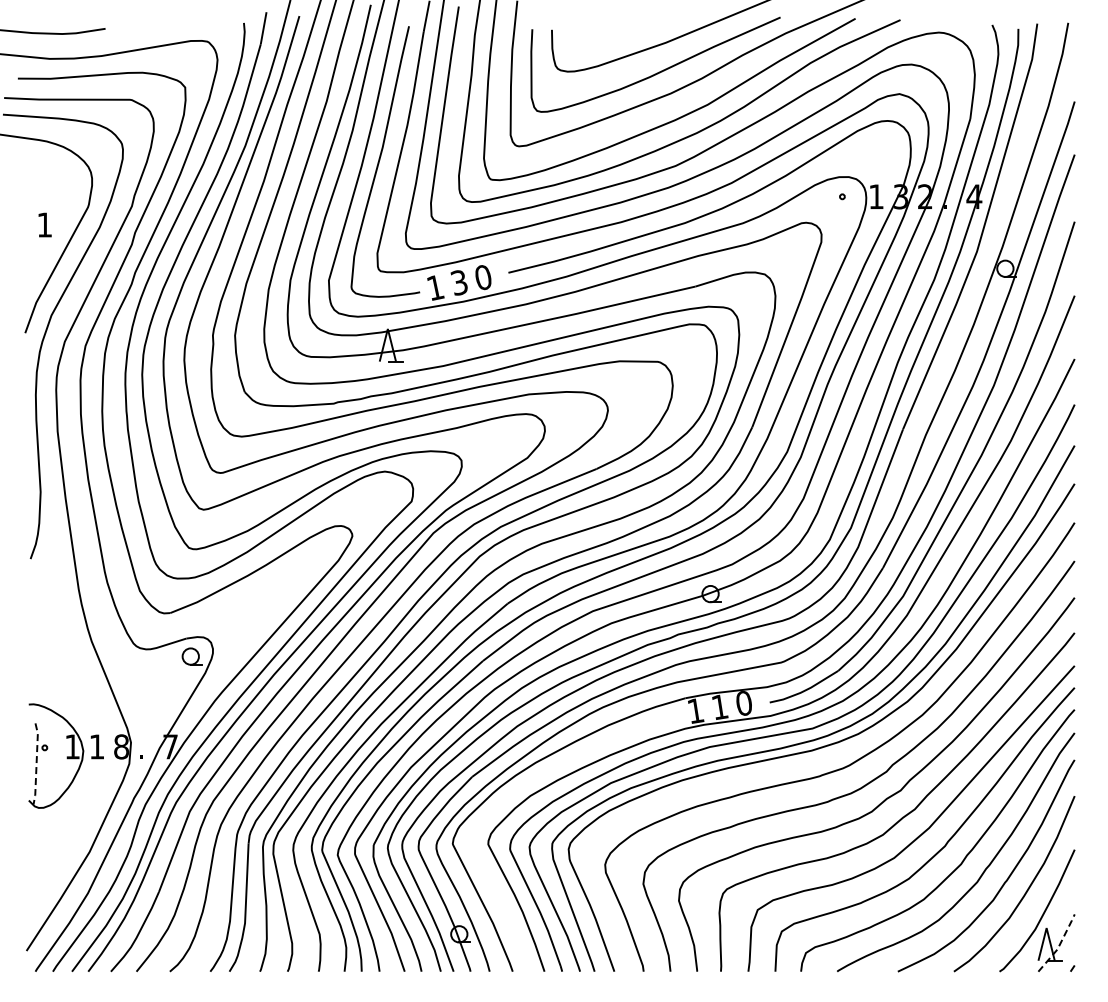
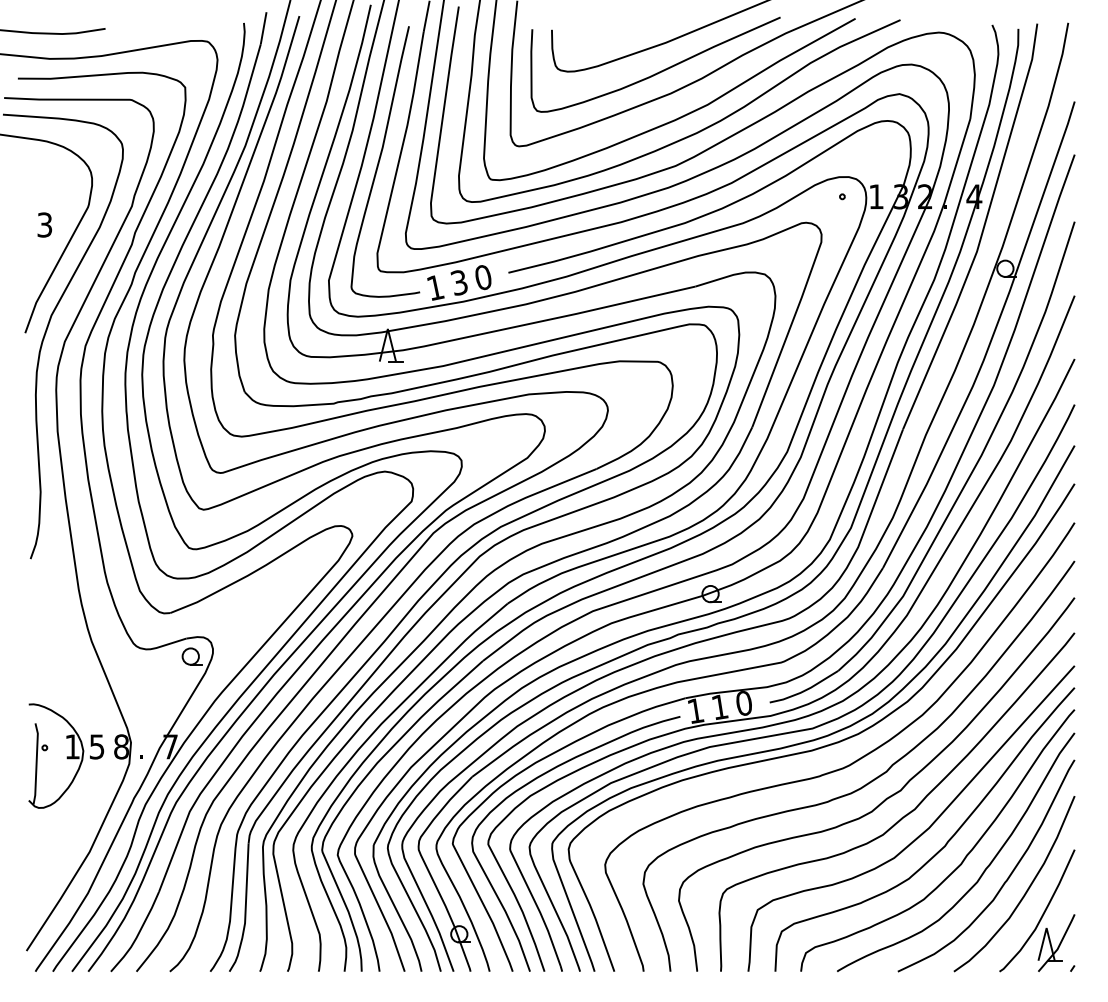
text at (44, 224): 1 -> 3
text at (96, 746): 1 -> 5
line at (36, 764): dashed -> solid
curve at (538, 778): none -> present
line at (1059, 945): dashed -> solid
